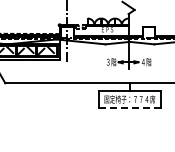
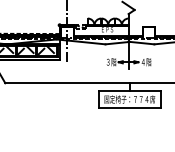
line at (130, 107): dashed -> solid
